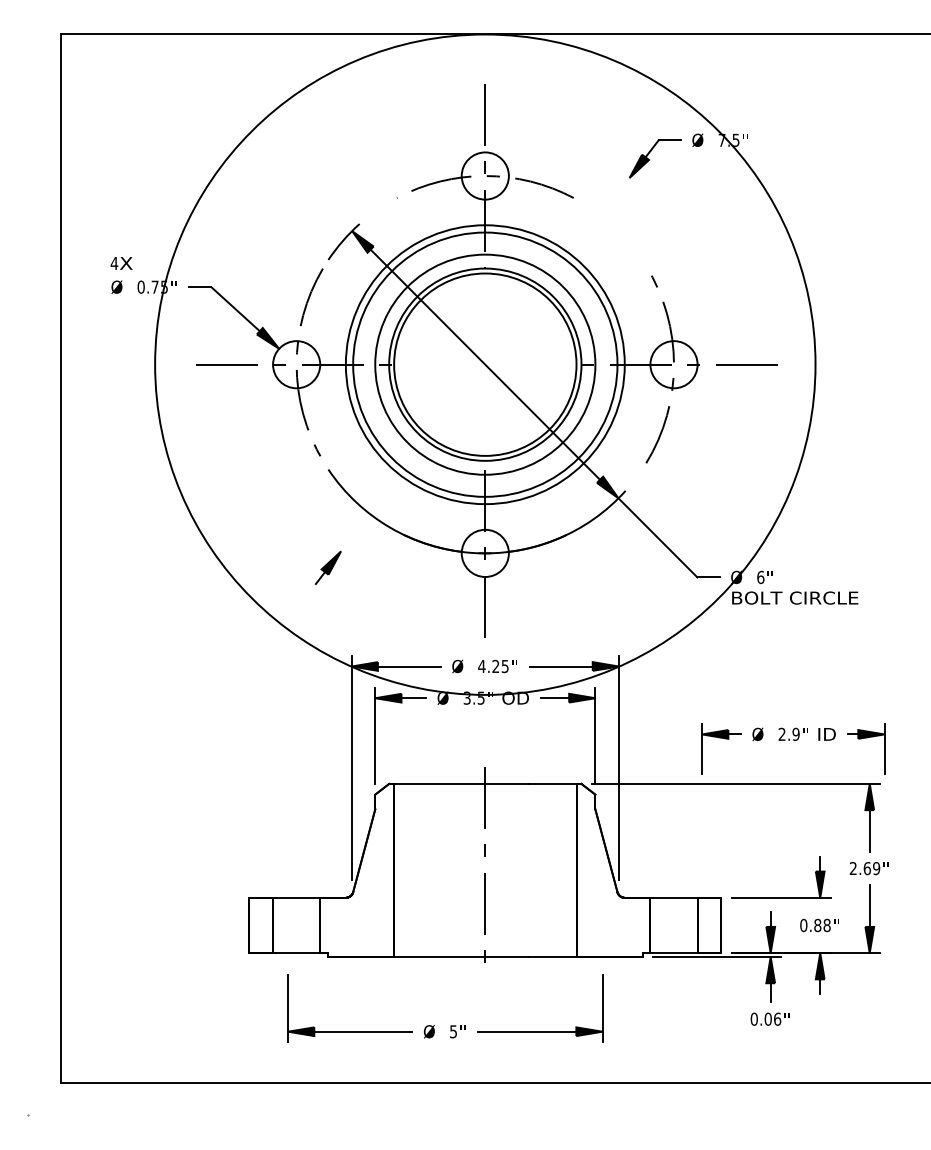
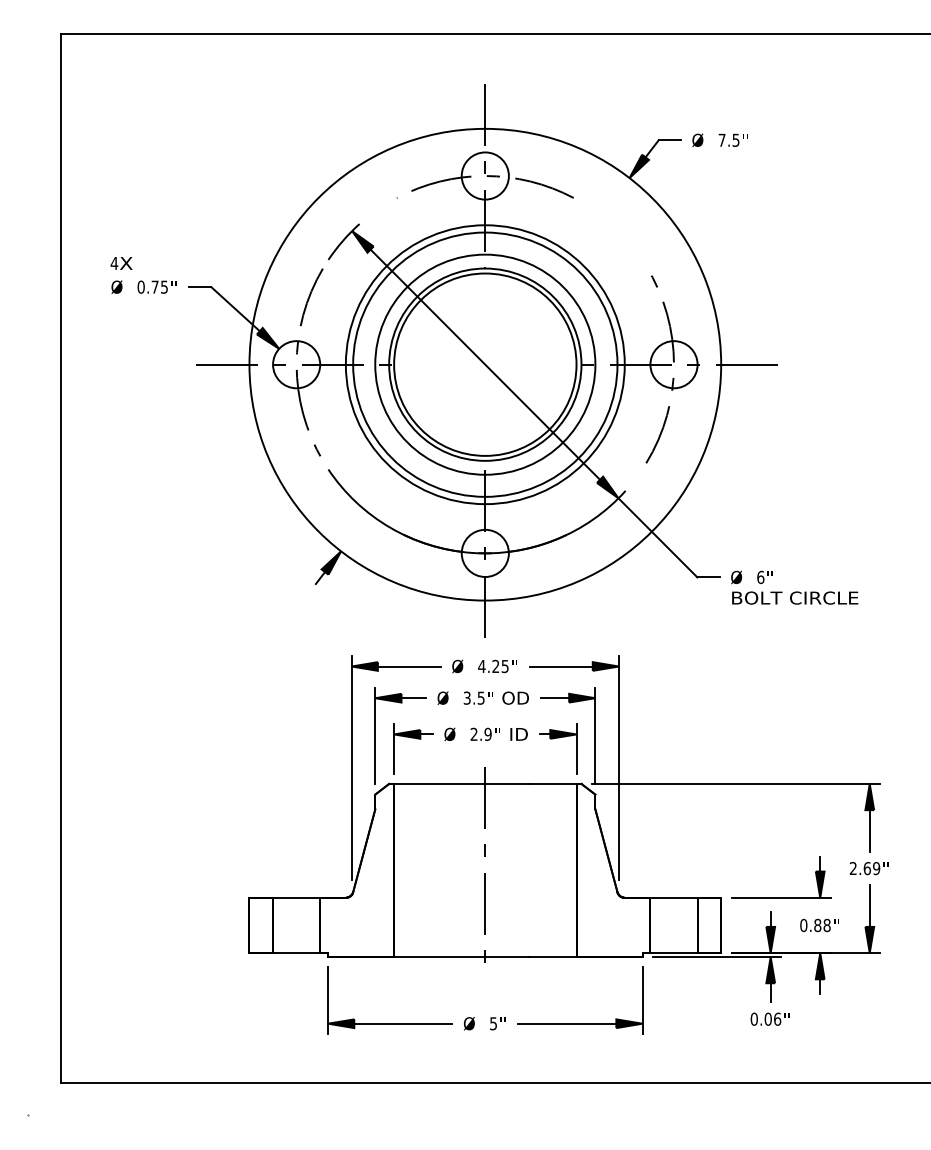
circle at (485, 364) diameter: 660 px -> 472 px
part at (793, 740) position: (793, 740) -> (485, 740)
part at (450, 1025) position: (450, 1025) -> (490, 1017)
